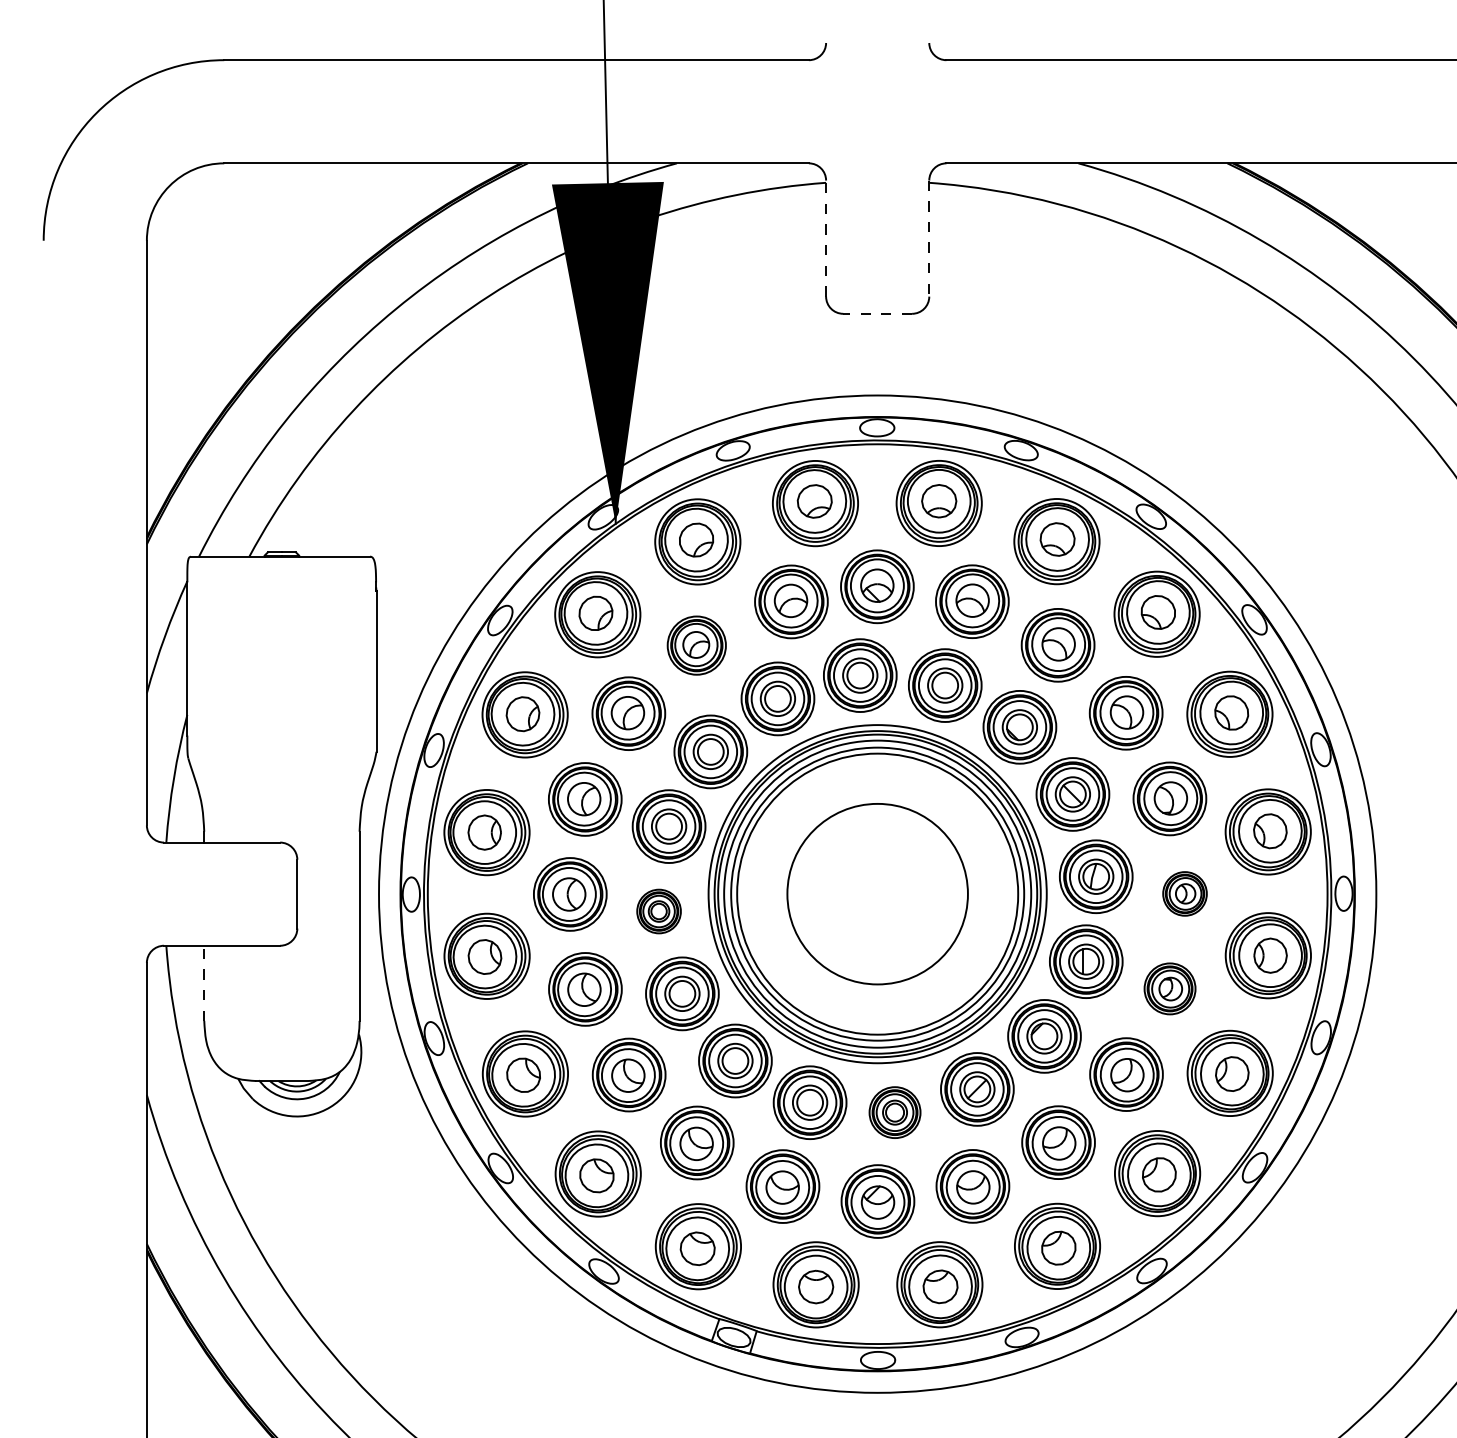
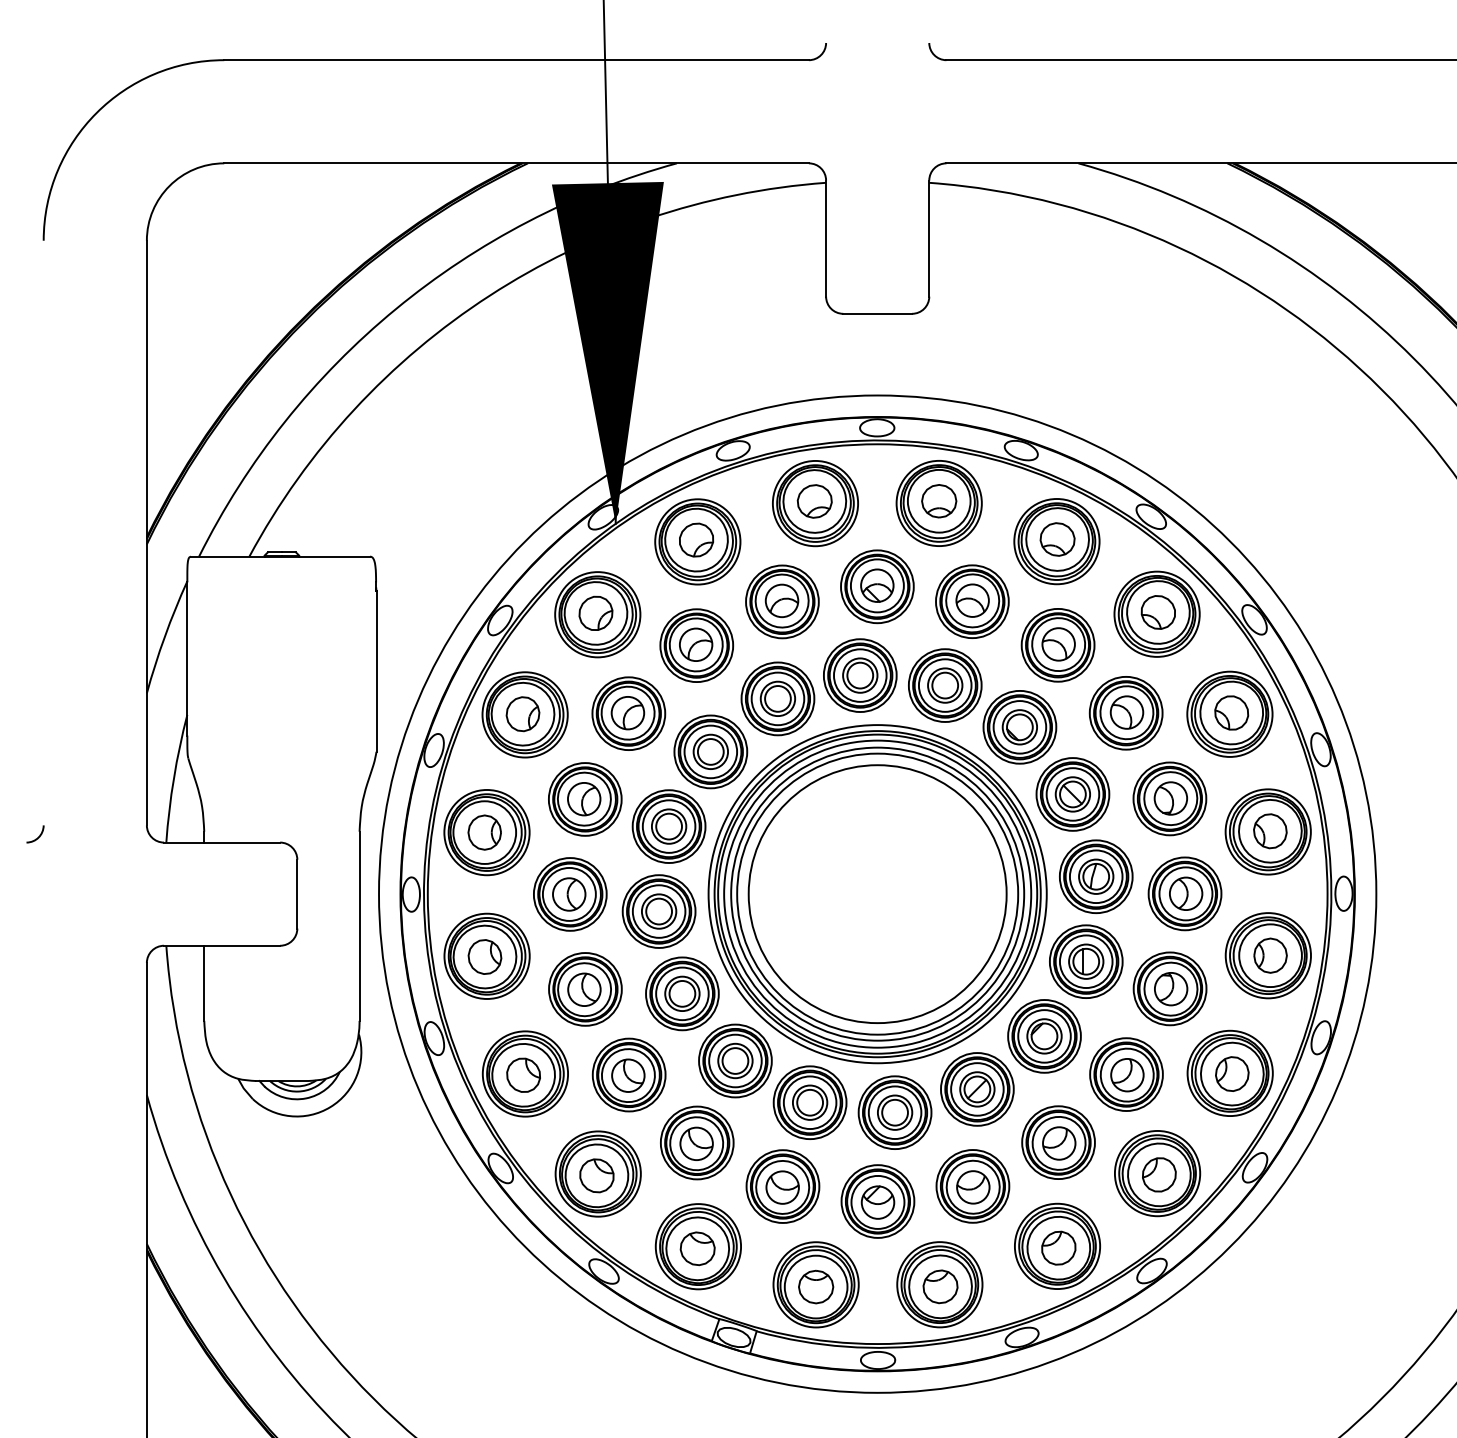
line at (826, 238): dashed -> solid
line at (929, 239): dashed -> solid
line at (877, 313): dashed -> solid
part at (791, 601) position: (791, 601) -> (782, 601)
part at (696, 645) size: 61x61 px -> 76x75 px
arc at (38, 836): none -> present
circle at (877, 893) diameter: 181 px -> 258 px
part at (1184, 893) size: 46x46 px -> 76x76 px
part at (658, 911) size: 46x47 px -> 76x75 px
line at (204, 983): dashed -> solid
part at (1169, 988) size: 54x54 px -> 76x76 px
part at (894, 1112) size: 54x53 px -> 76x75 px
